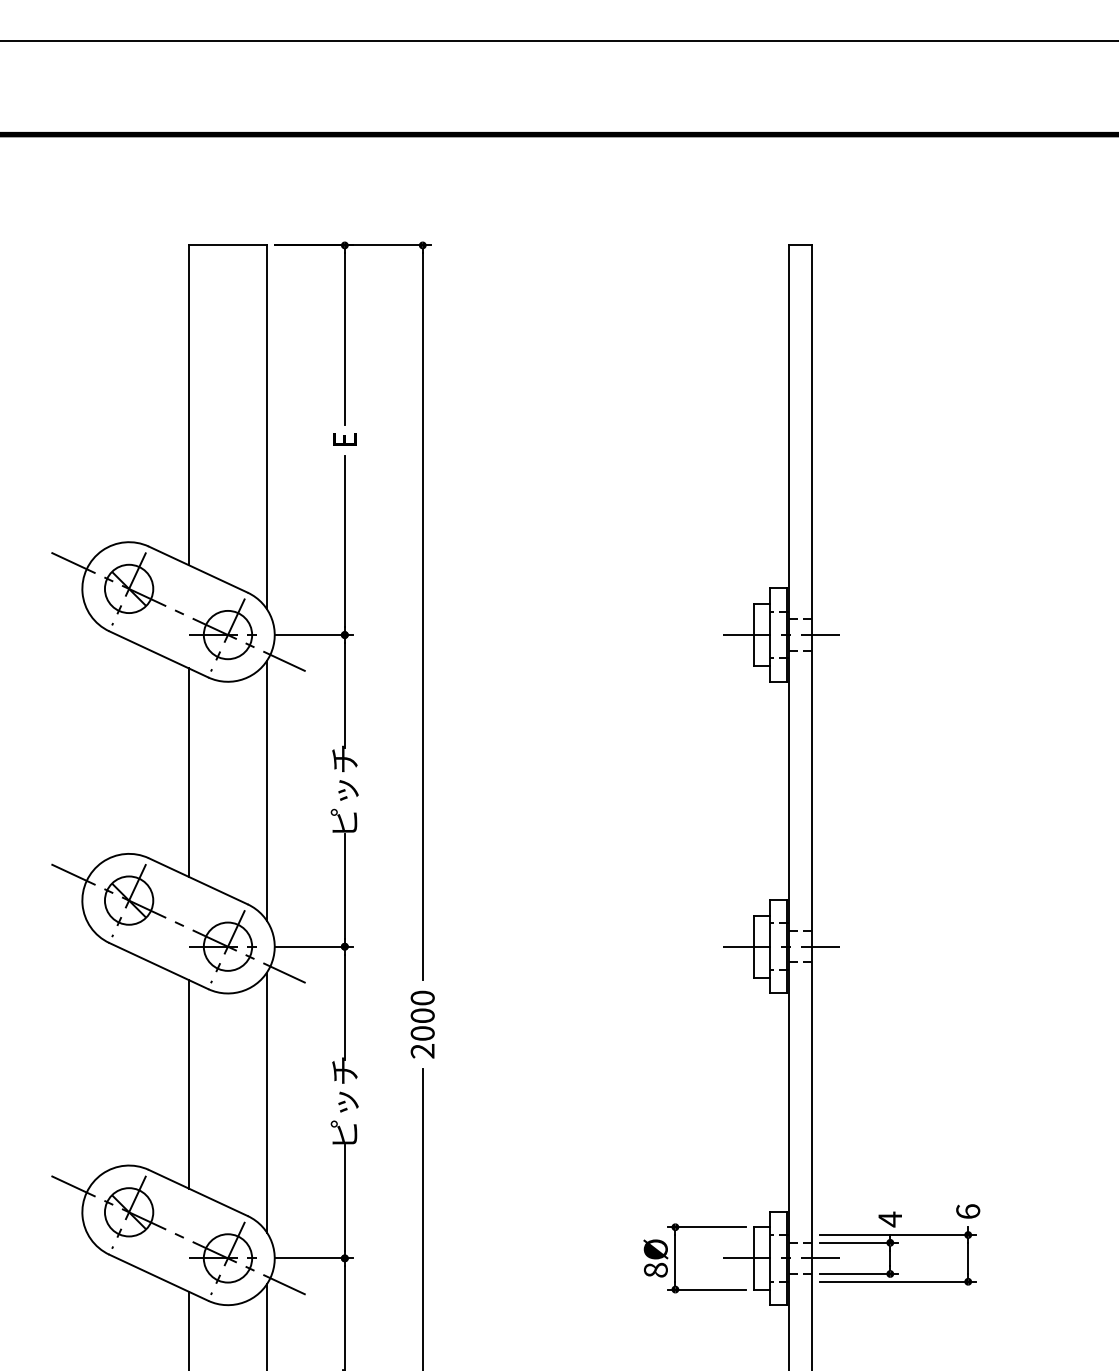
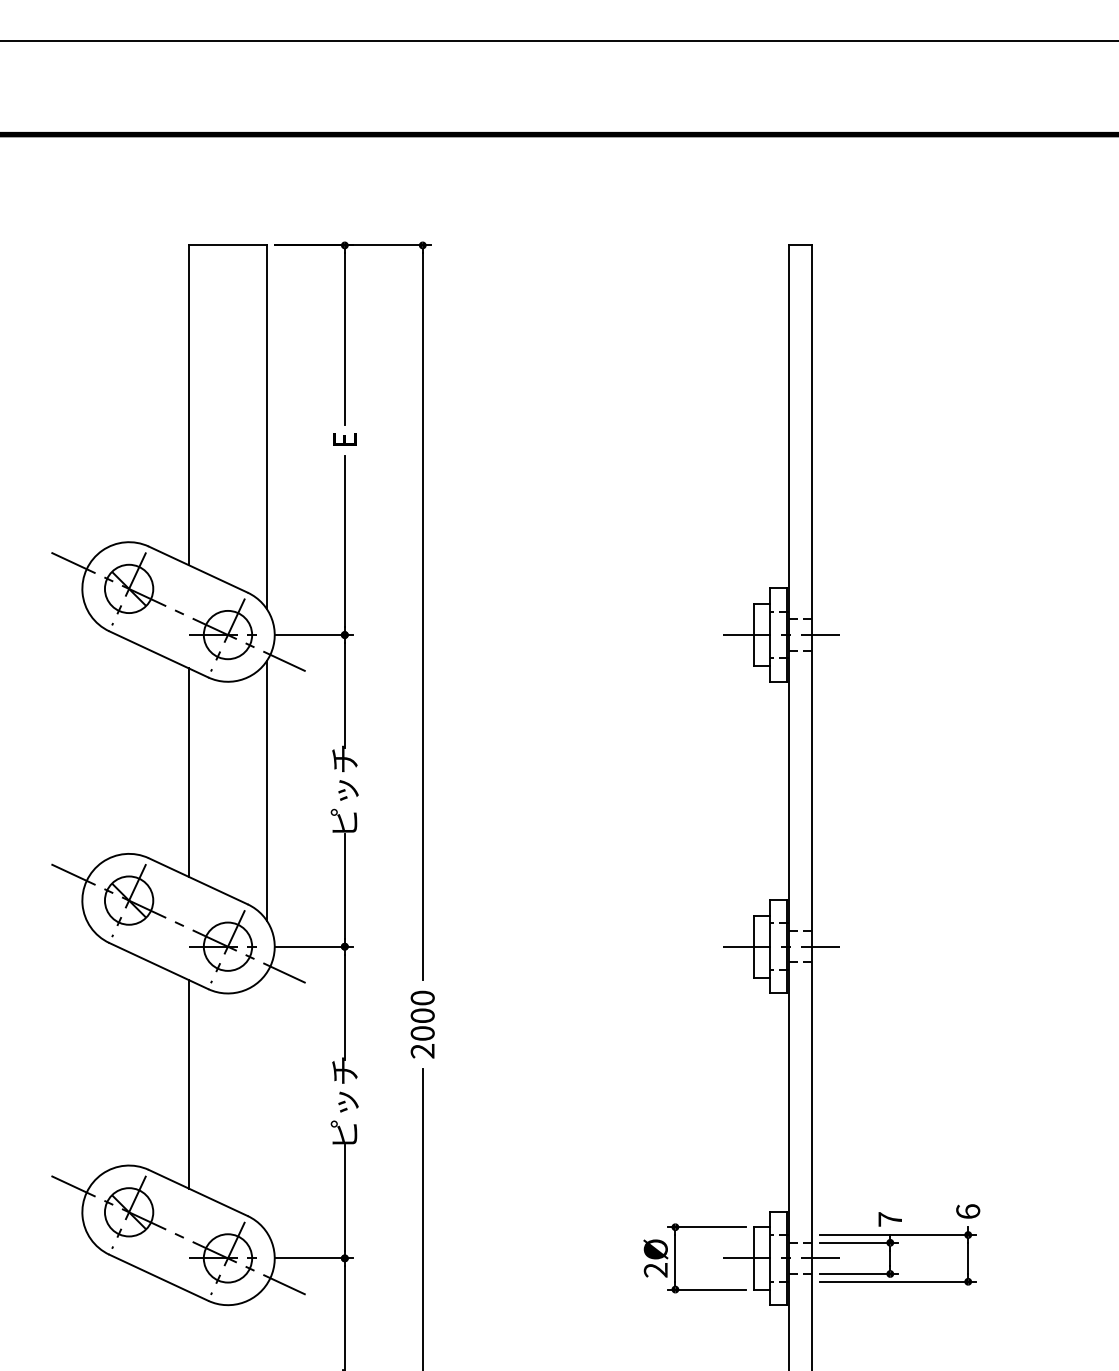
line at (266, 1102): present -> none
text at (889, 1219): 4 -> 7
text at (655, 1269): 8Ø -> 2Ø
line at (266, 1325): present -> none
line at (189, 1329): present -> none
